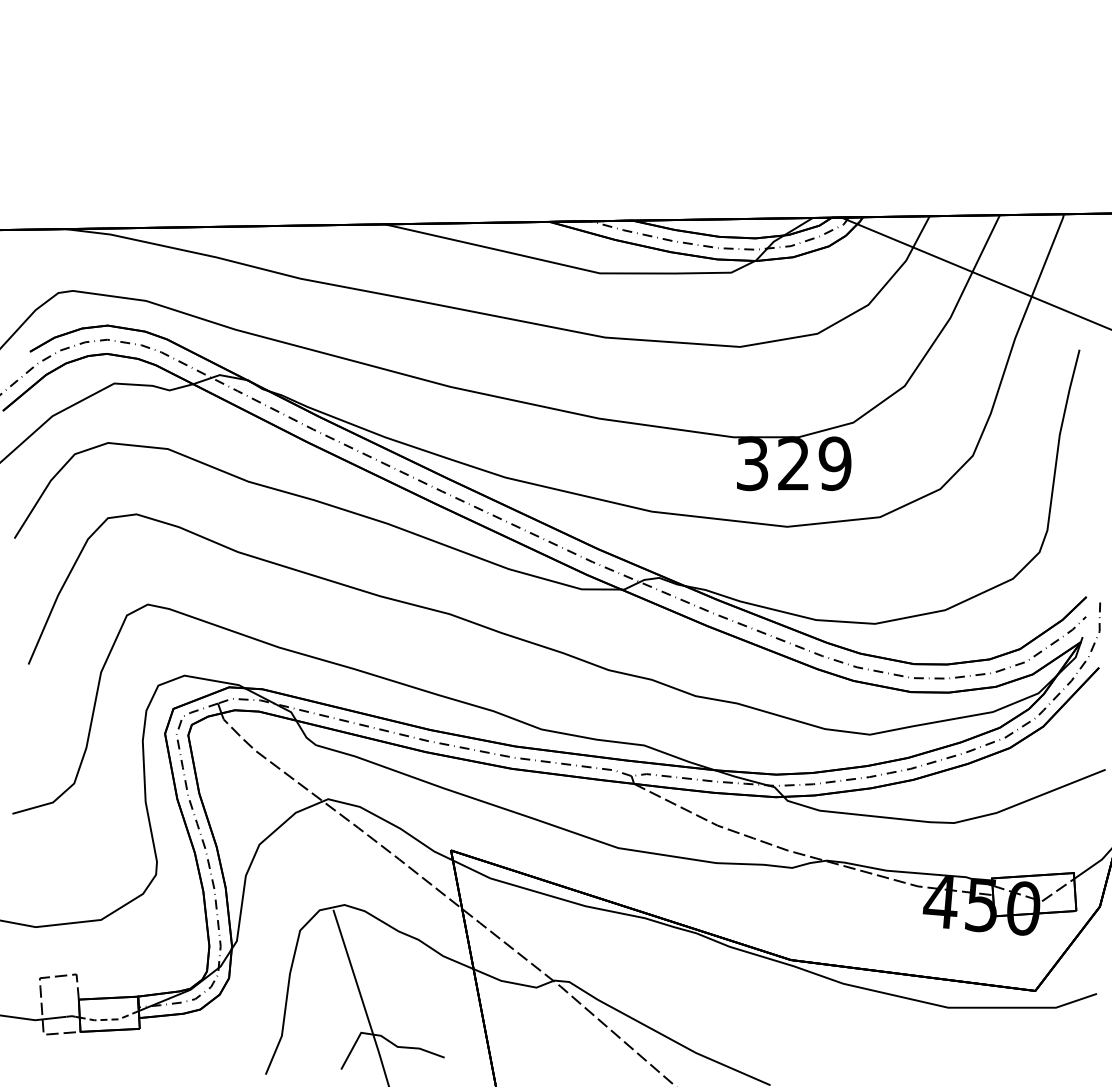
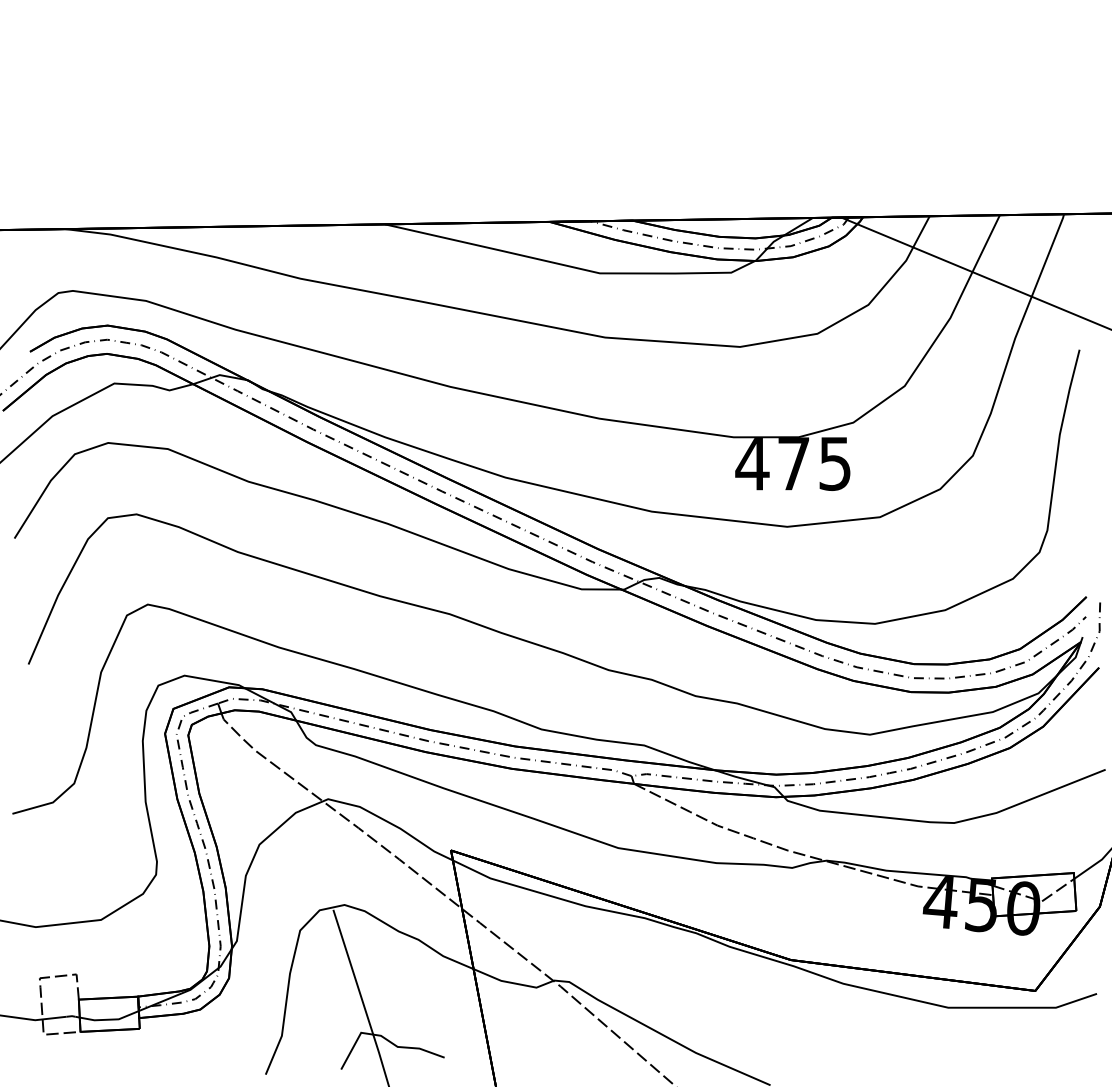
text at (793, 463): 329 -> 475
line at (110, 1019): dashed -> solid
